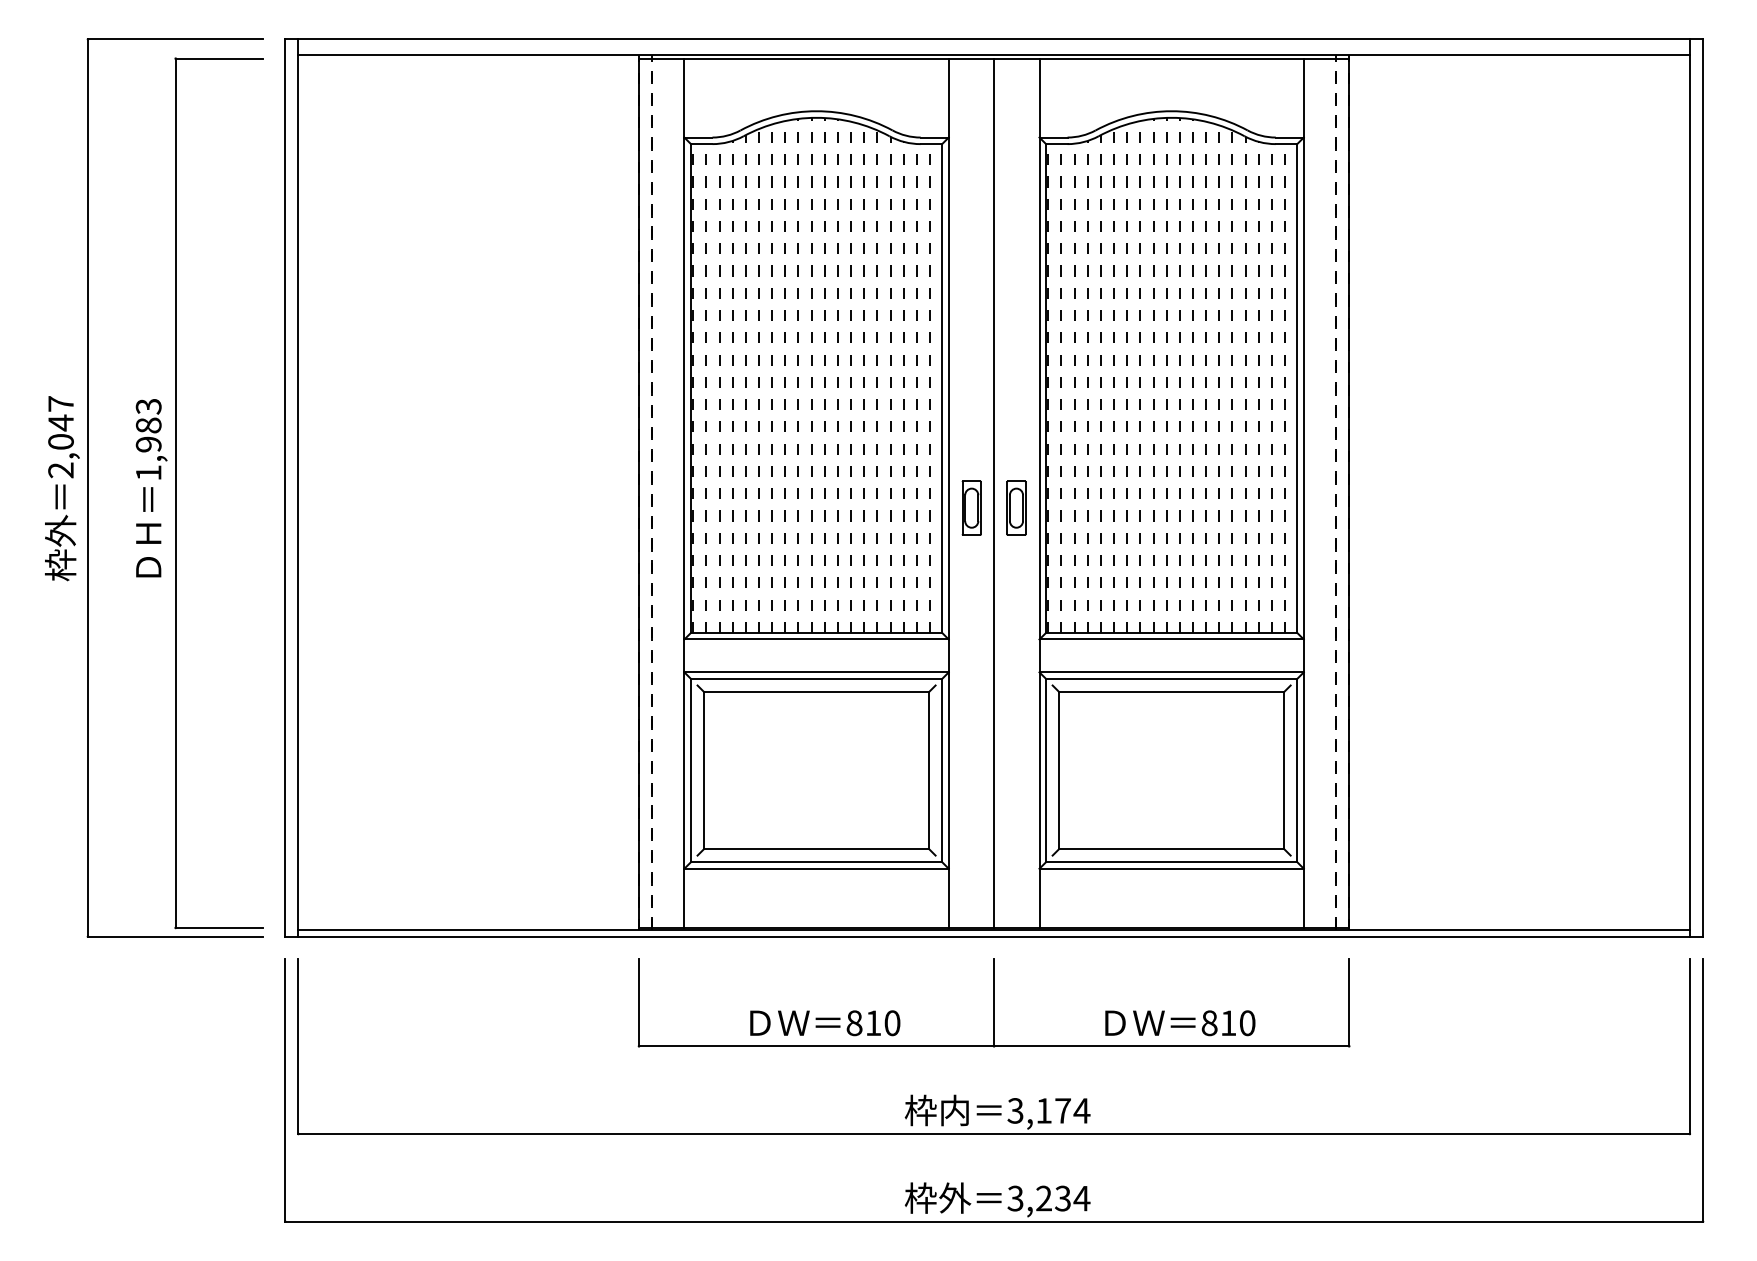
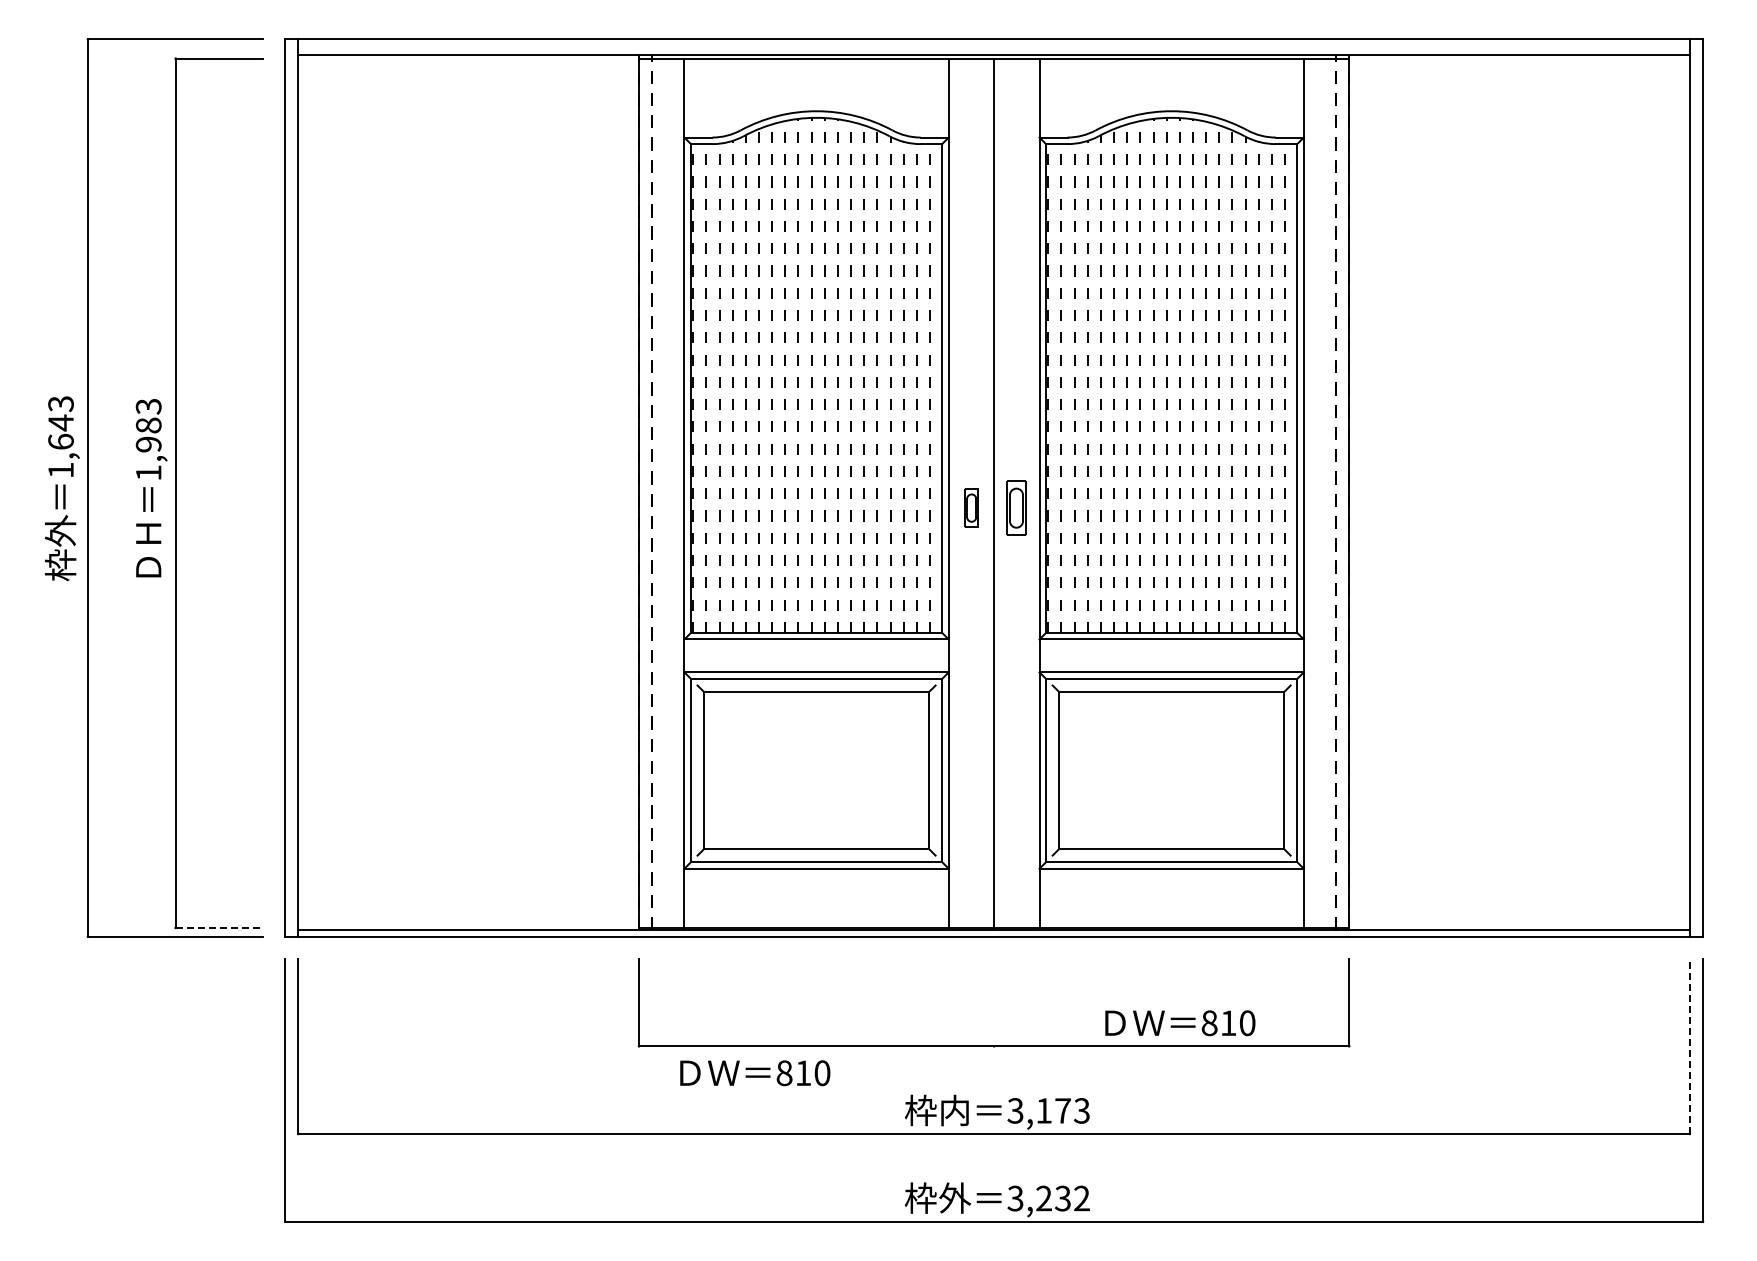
text at (60, 437): 2,047 -> 1,643
part at (971, 507) size: 21x56 px -> 15x40 px
line at (219, 927): solid -> dashed
line at (994, 1002): present -> none
text at (825, 1023) position: (825, 1023) -> (755, 1073)
line at (1689, 1046): solid -> dashed
text at (1081, 1110): 3,174 -> 3,173
text at (1081, 1198): 3,234 -> 3,232
